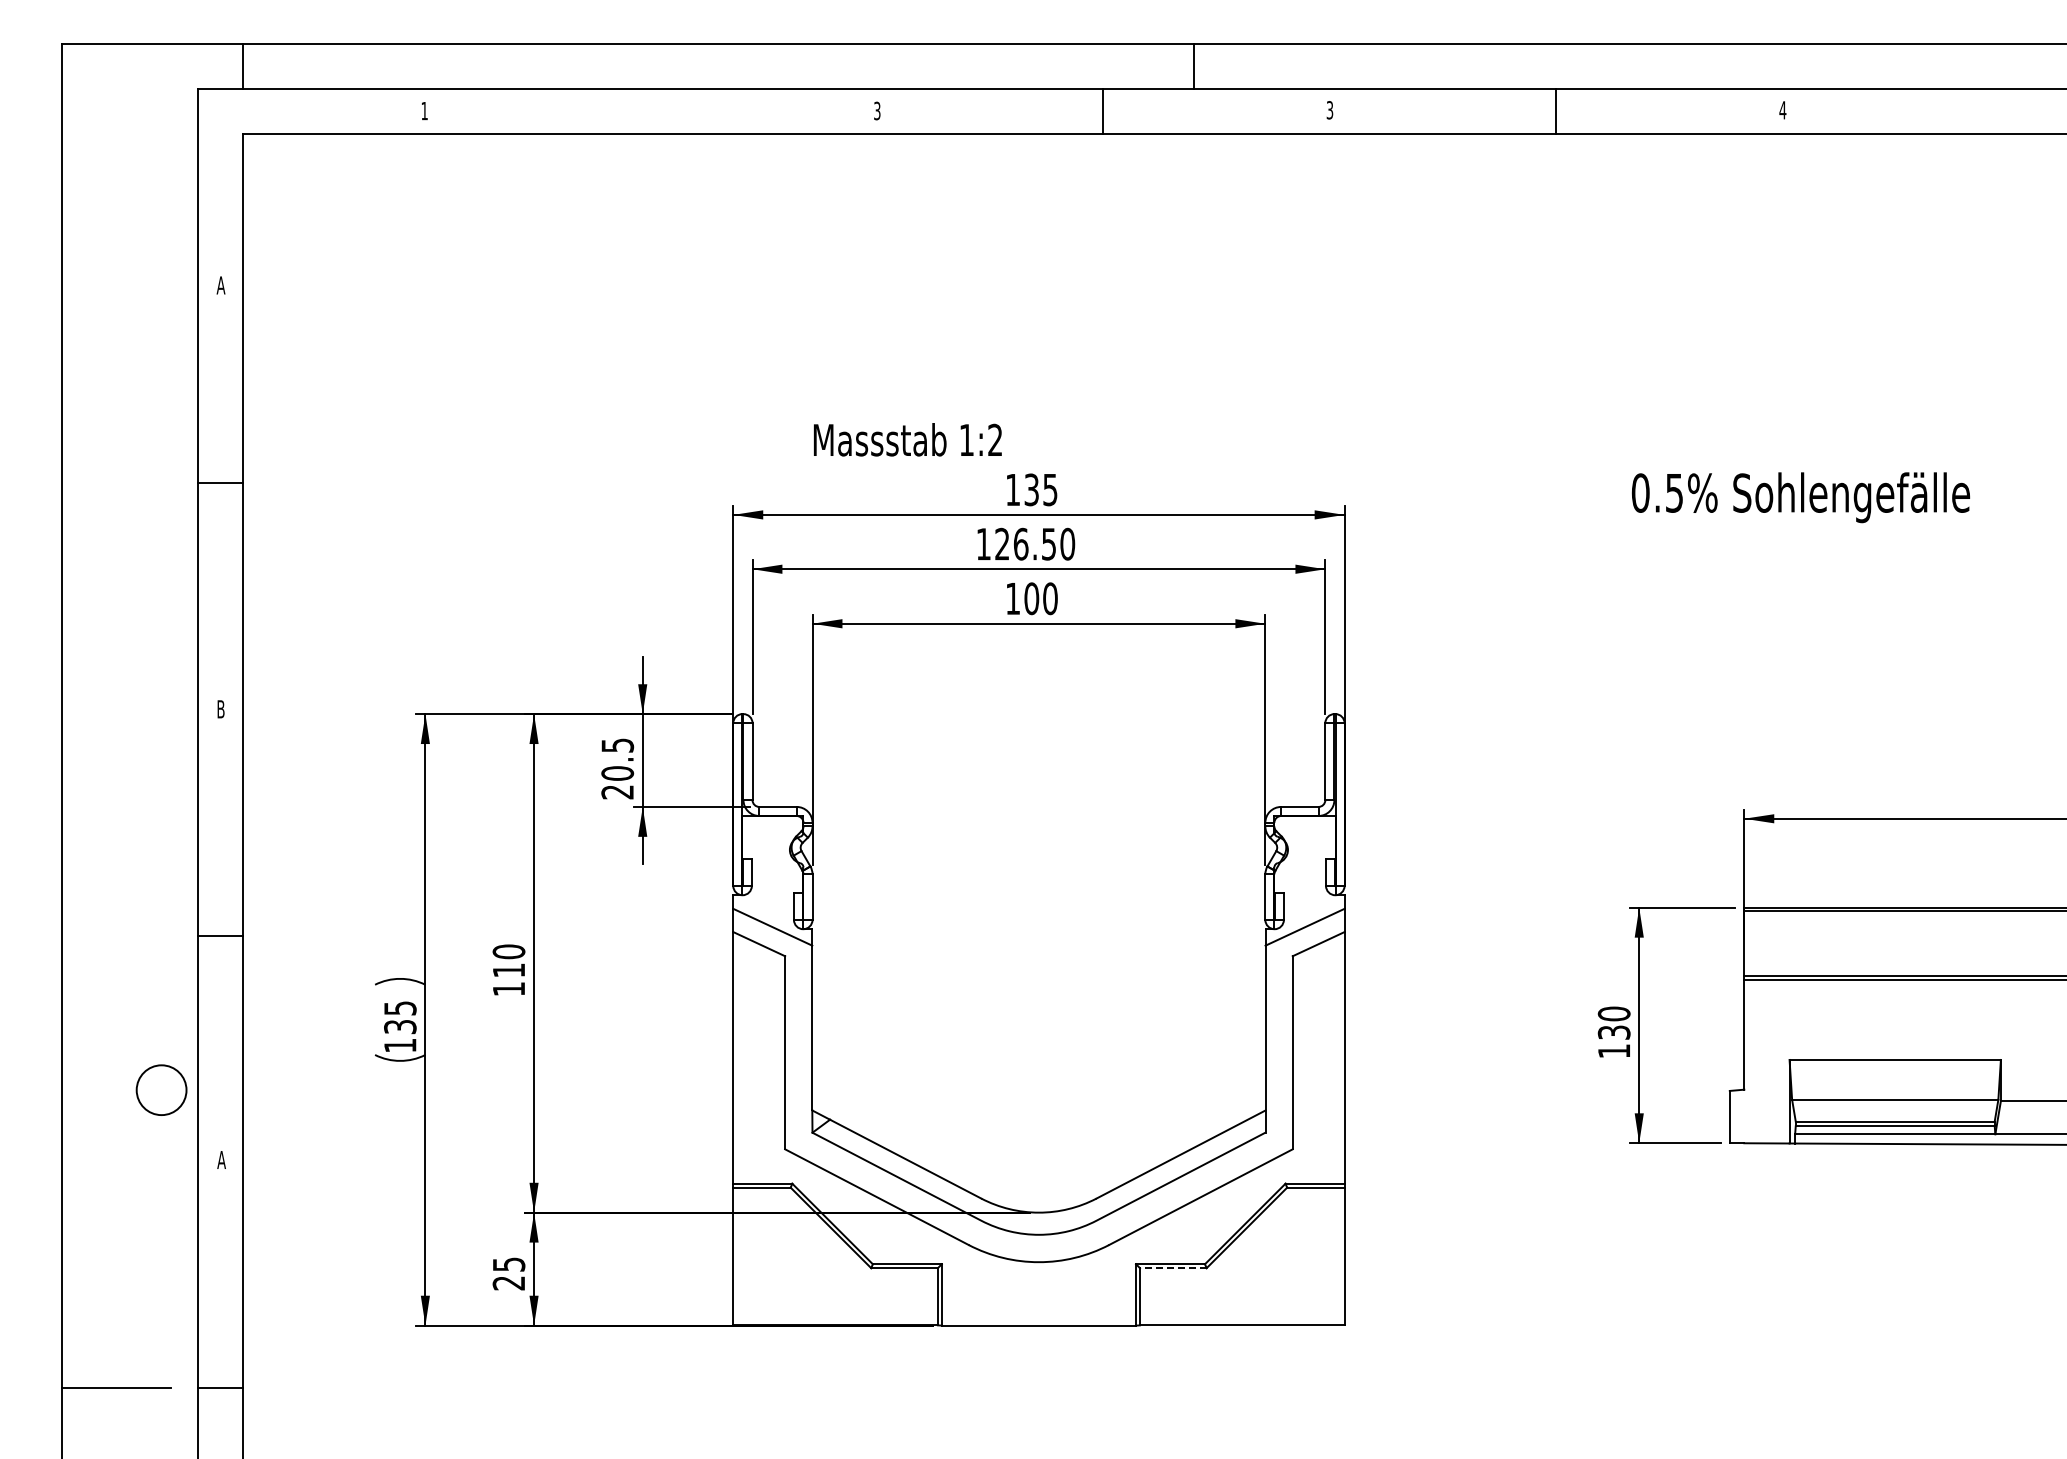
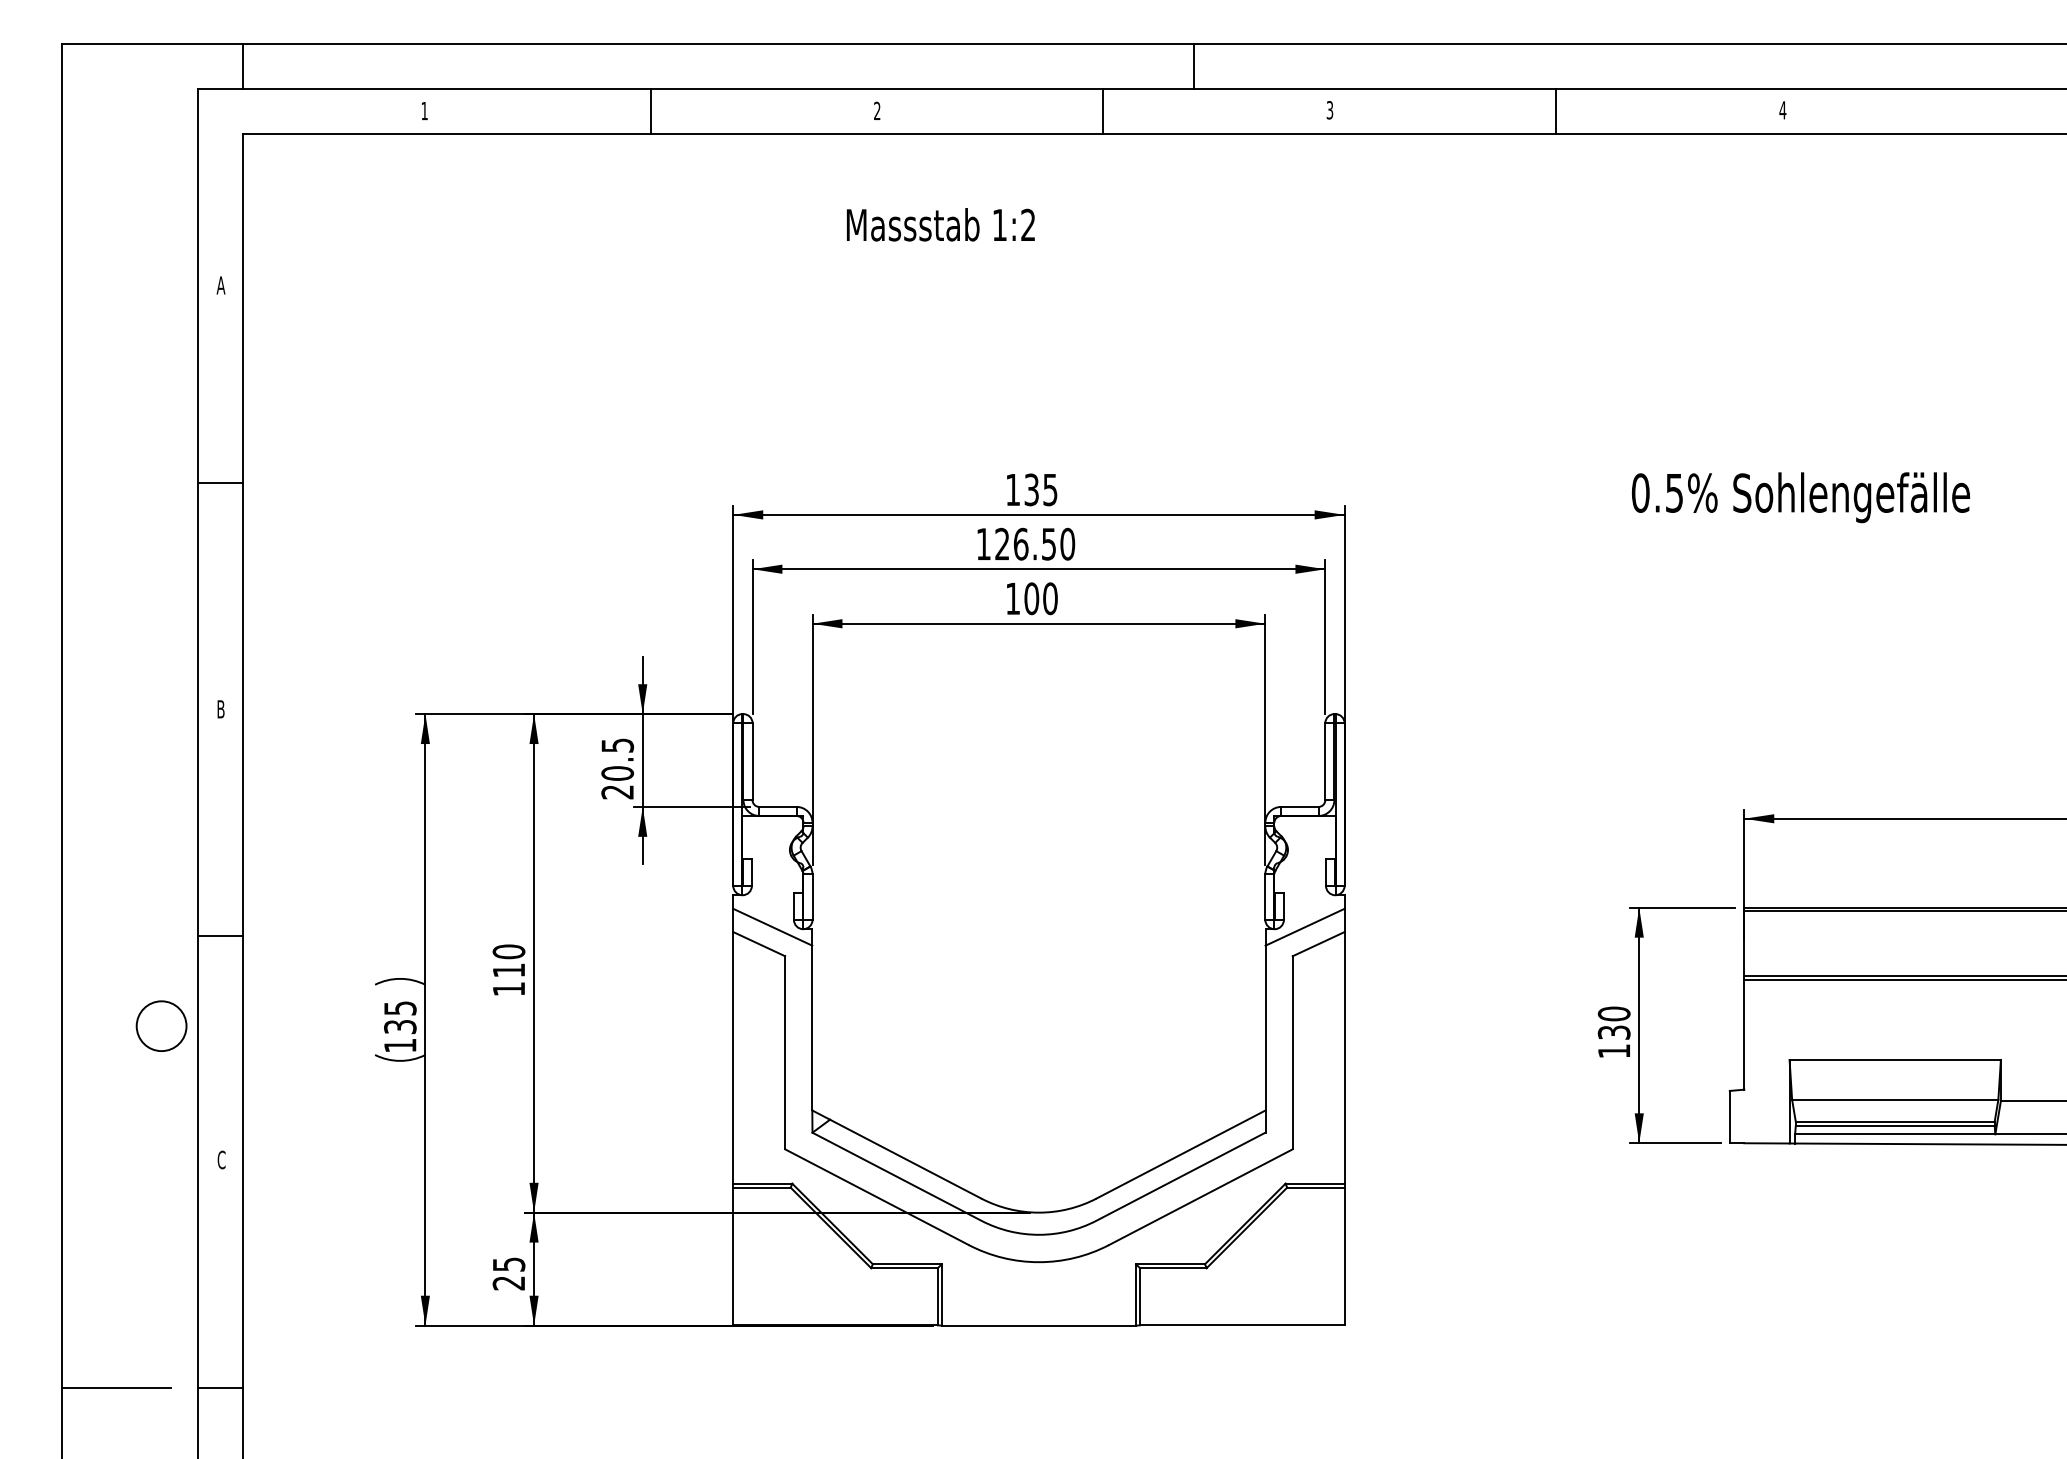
line at (650, 111): none -> present
text at (877, 111): 3 -> 2
text at (907, 439) position: (907, 439) -> (940, 224)
circle at (161, 1089) position: (161, 1089) -> (161, 1025)
text at (221, 1159): A -> C
line at (1172, 1268): dashed -> solid
